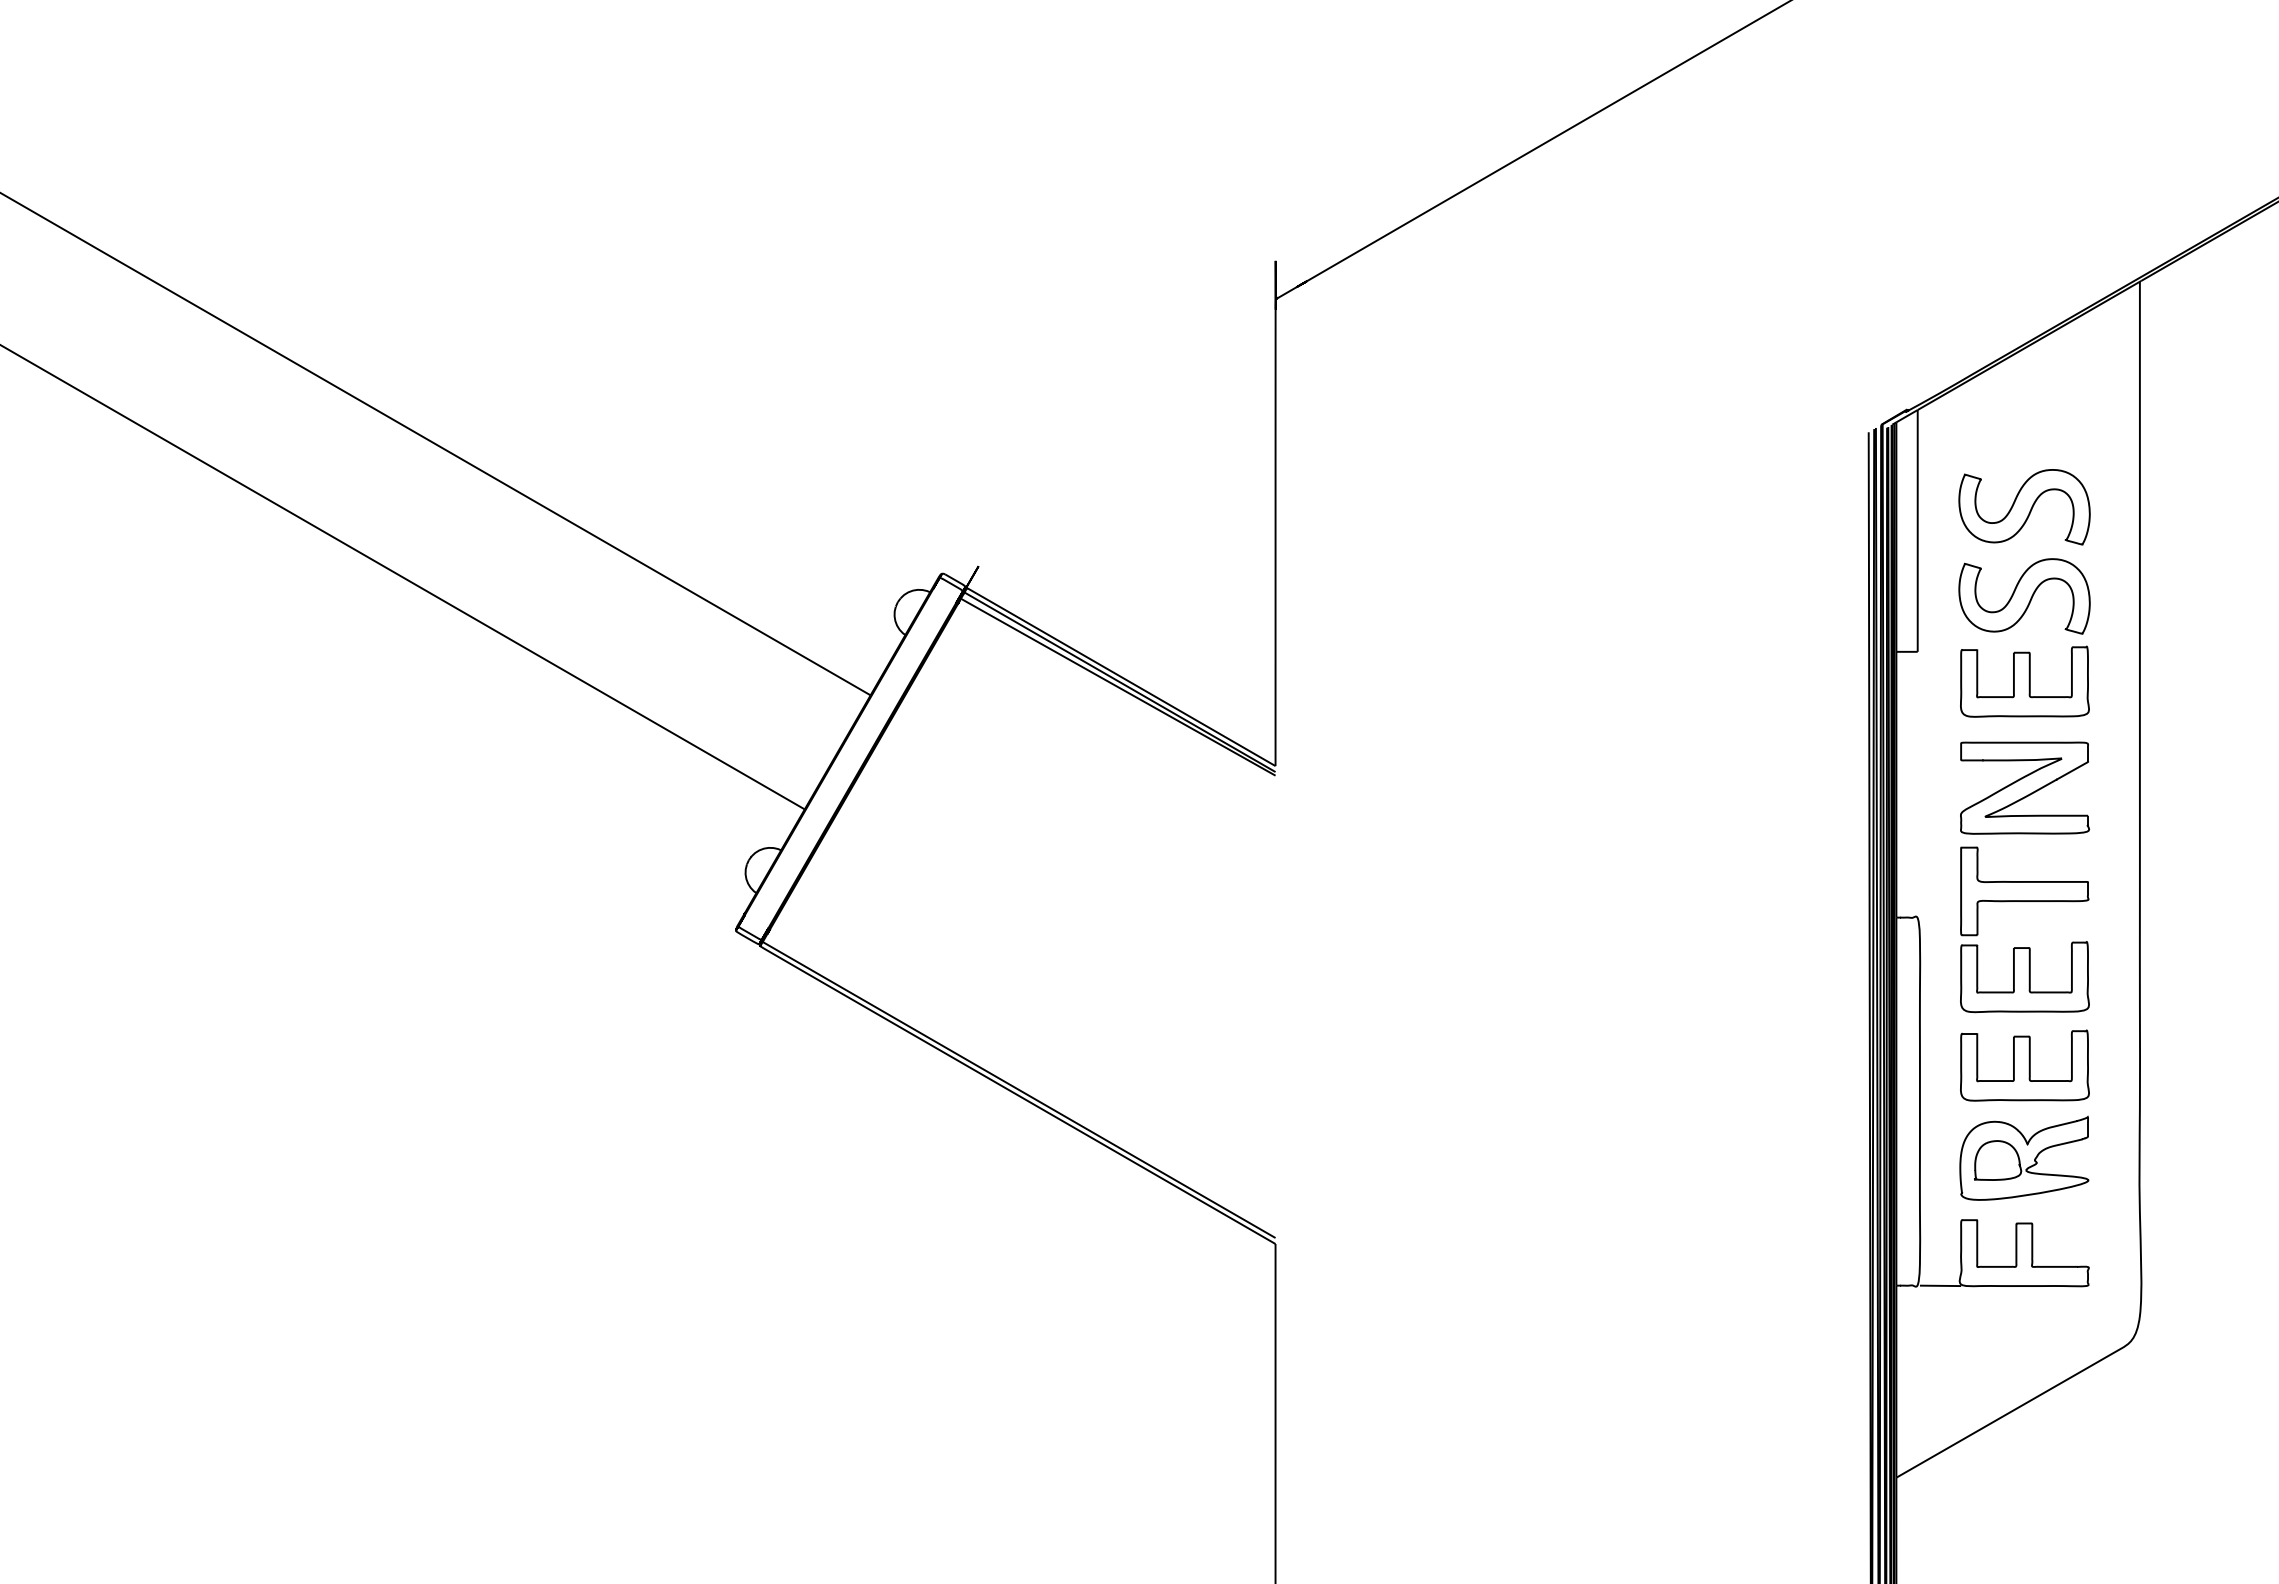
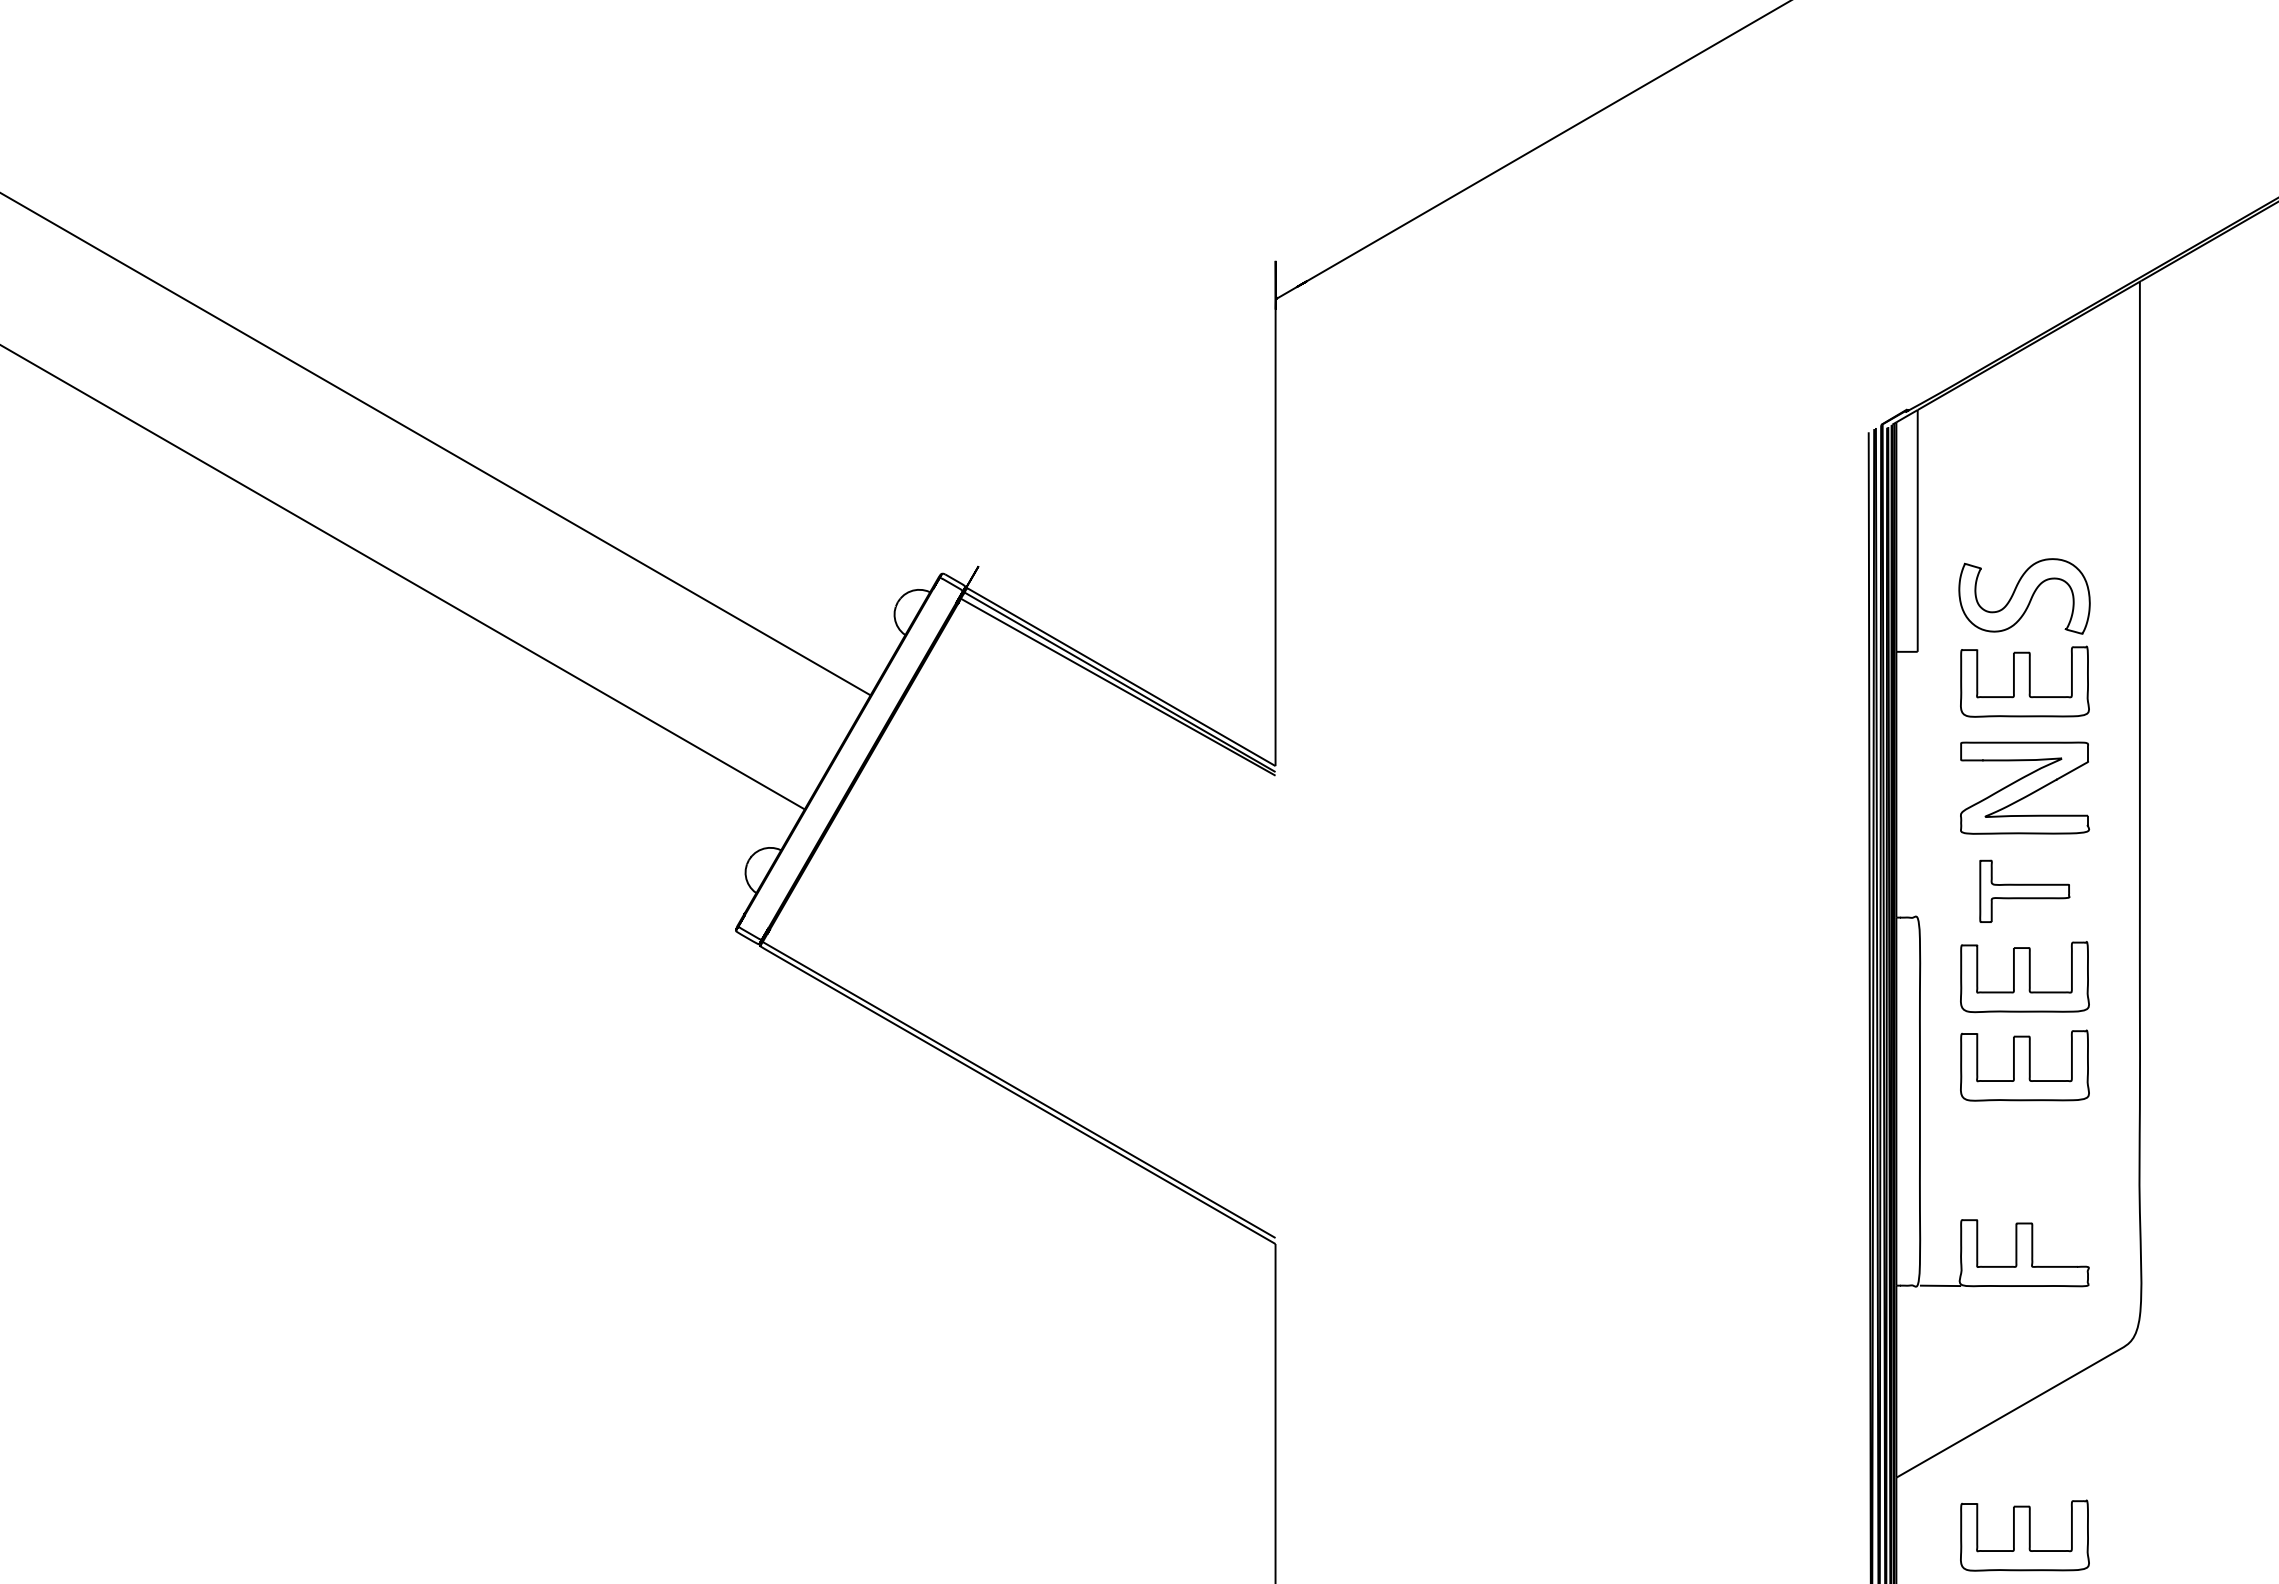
part at (2024, 507): present -> none
part at (2024, 891) size: 130x91 px -> 92x64 px
part at (2024, 1157): present -> none
part at (2024, 1535): none -> present
